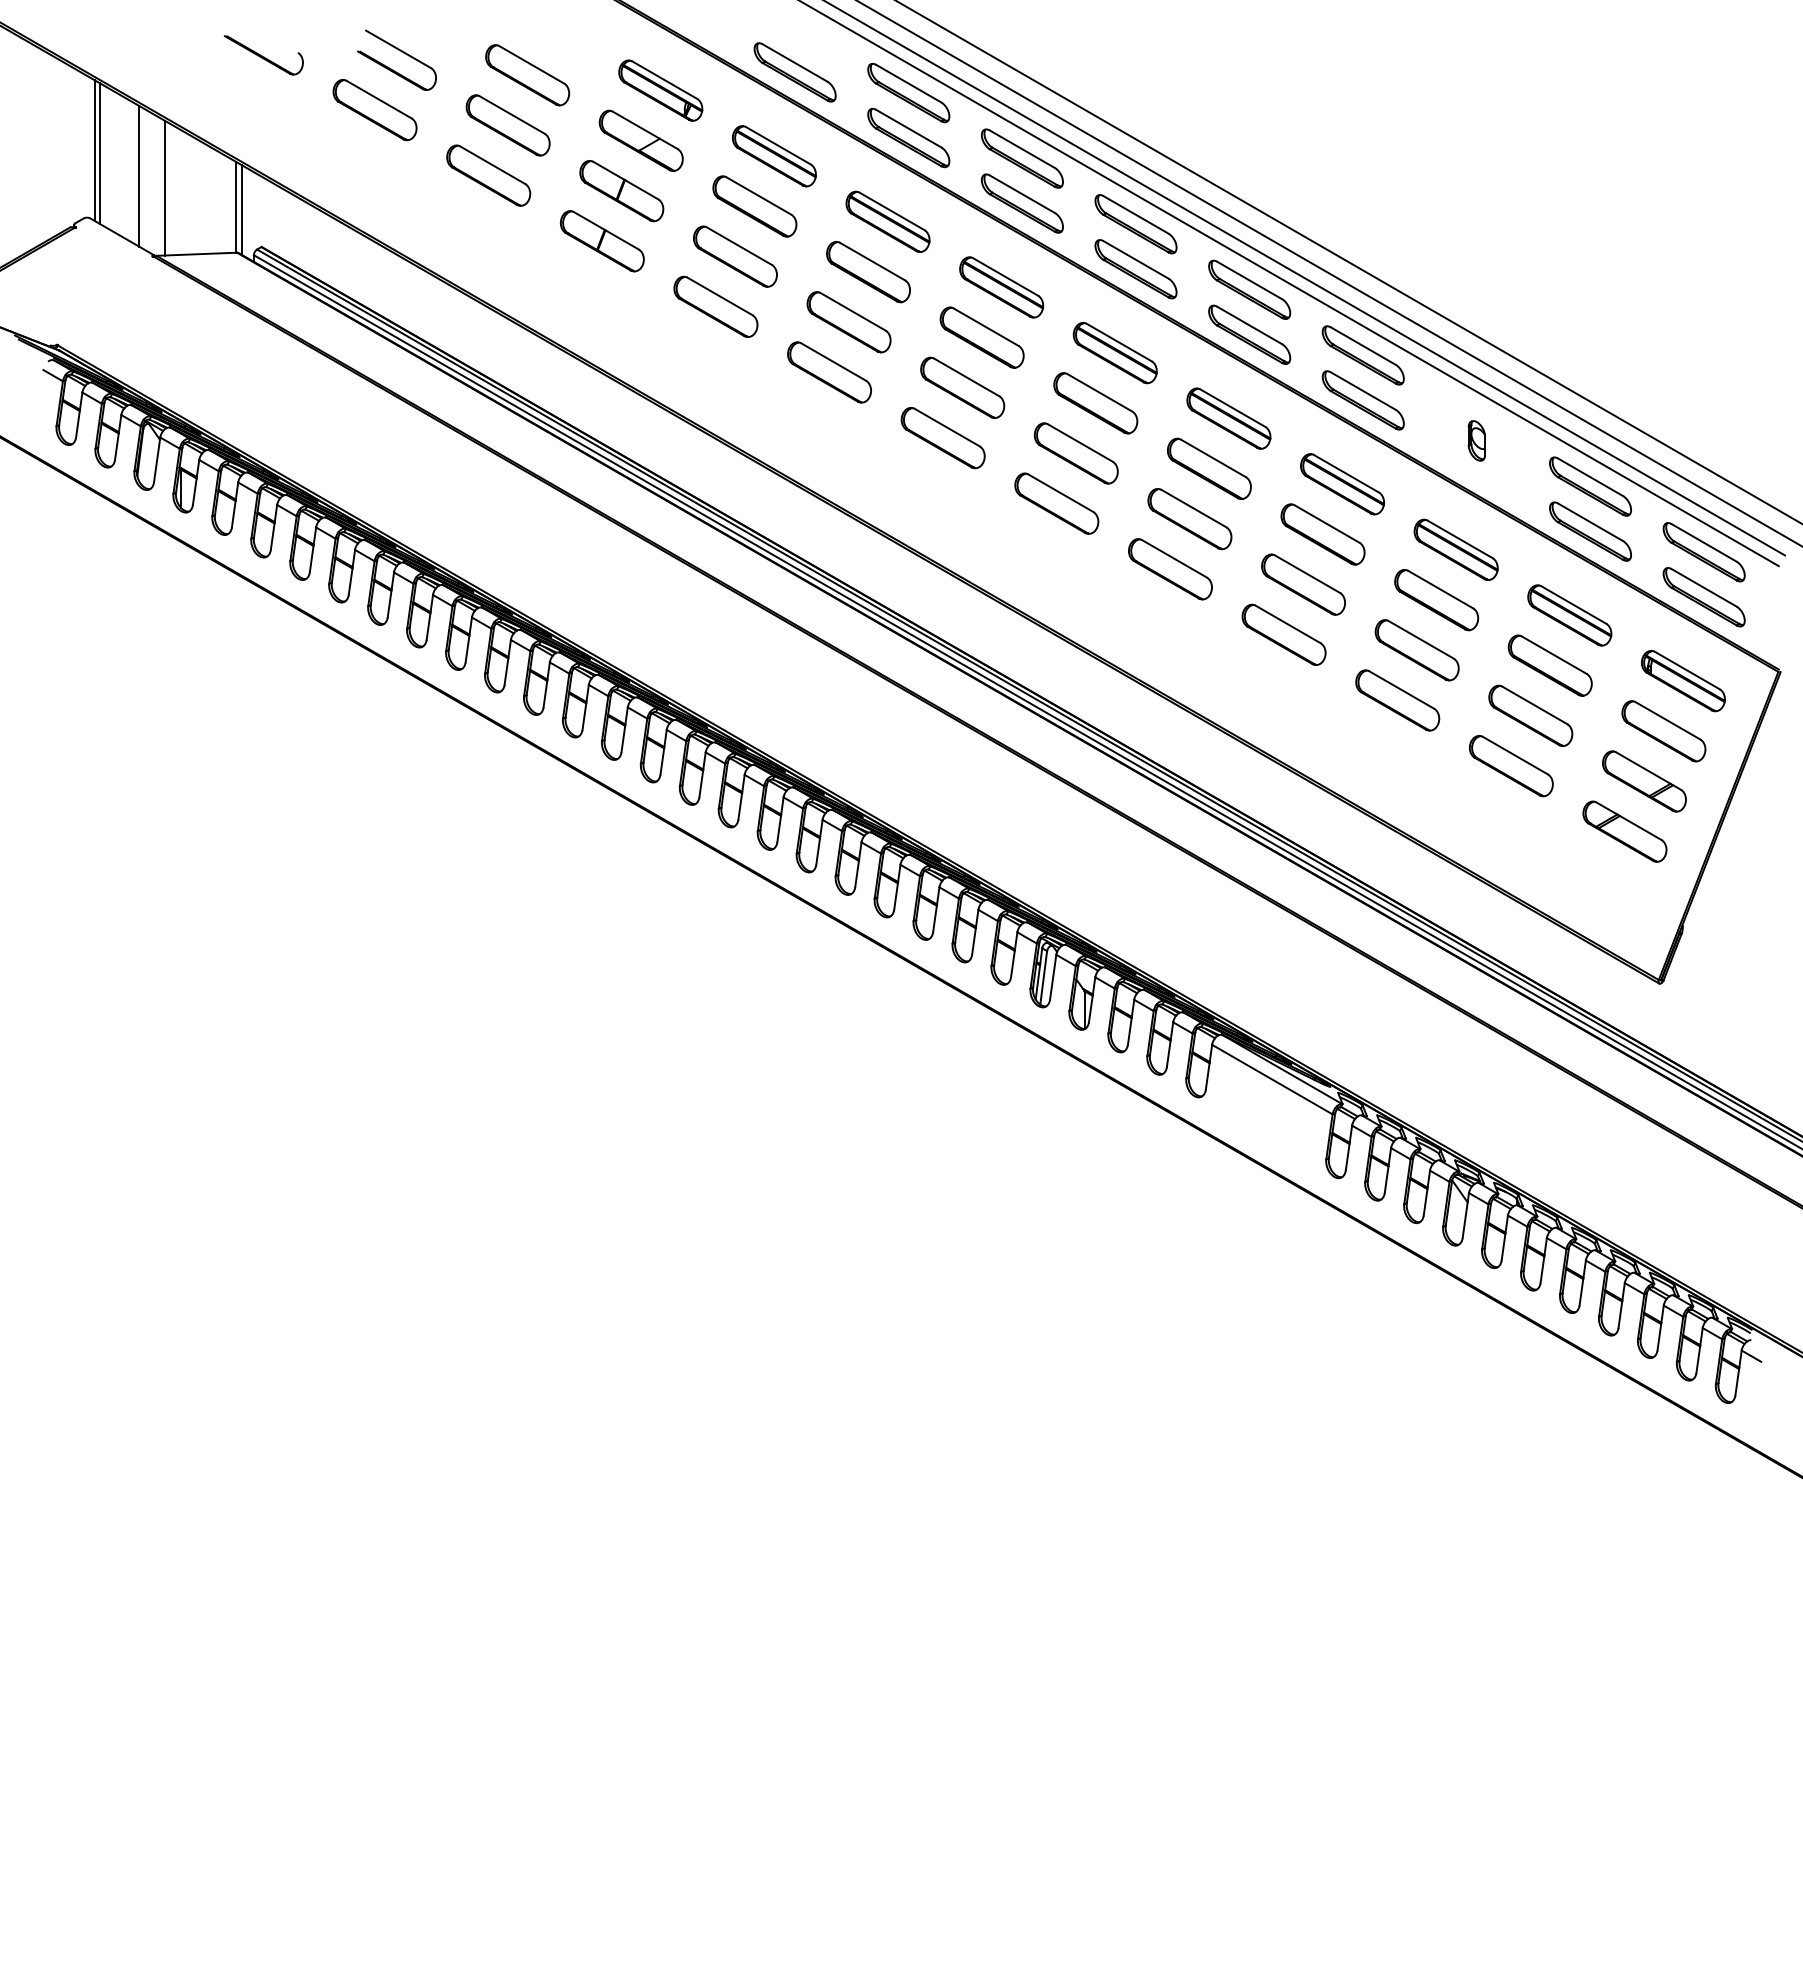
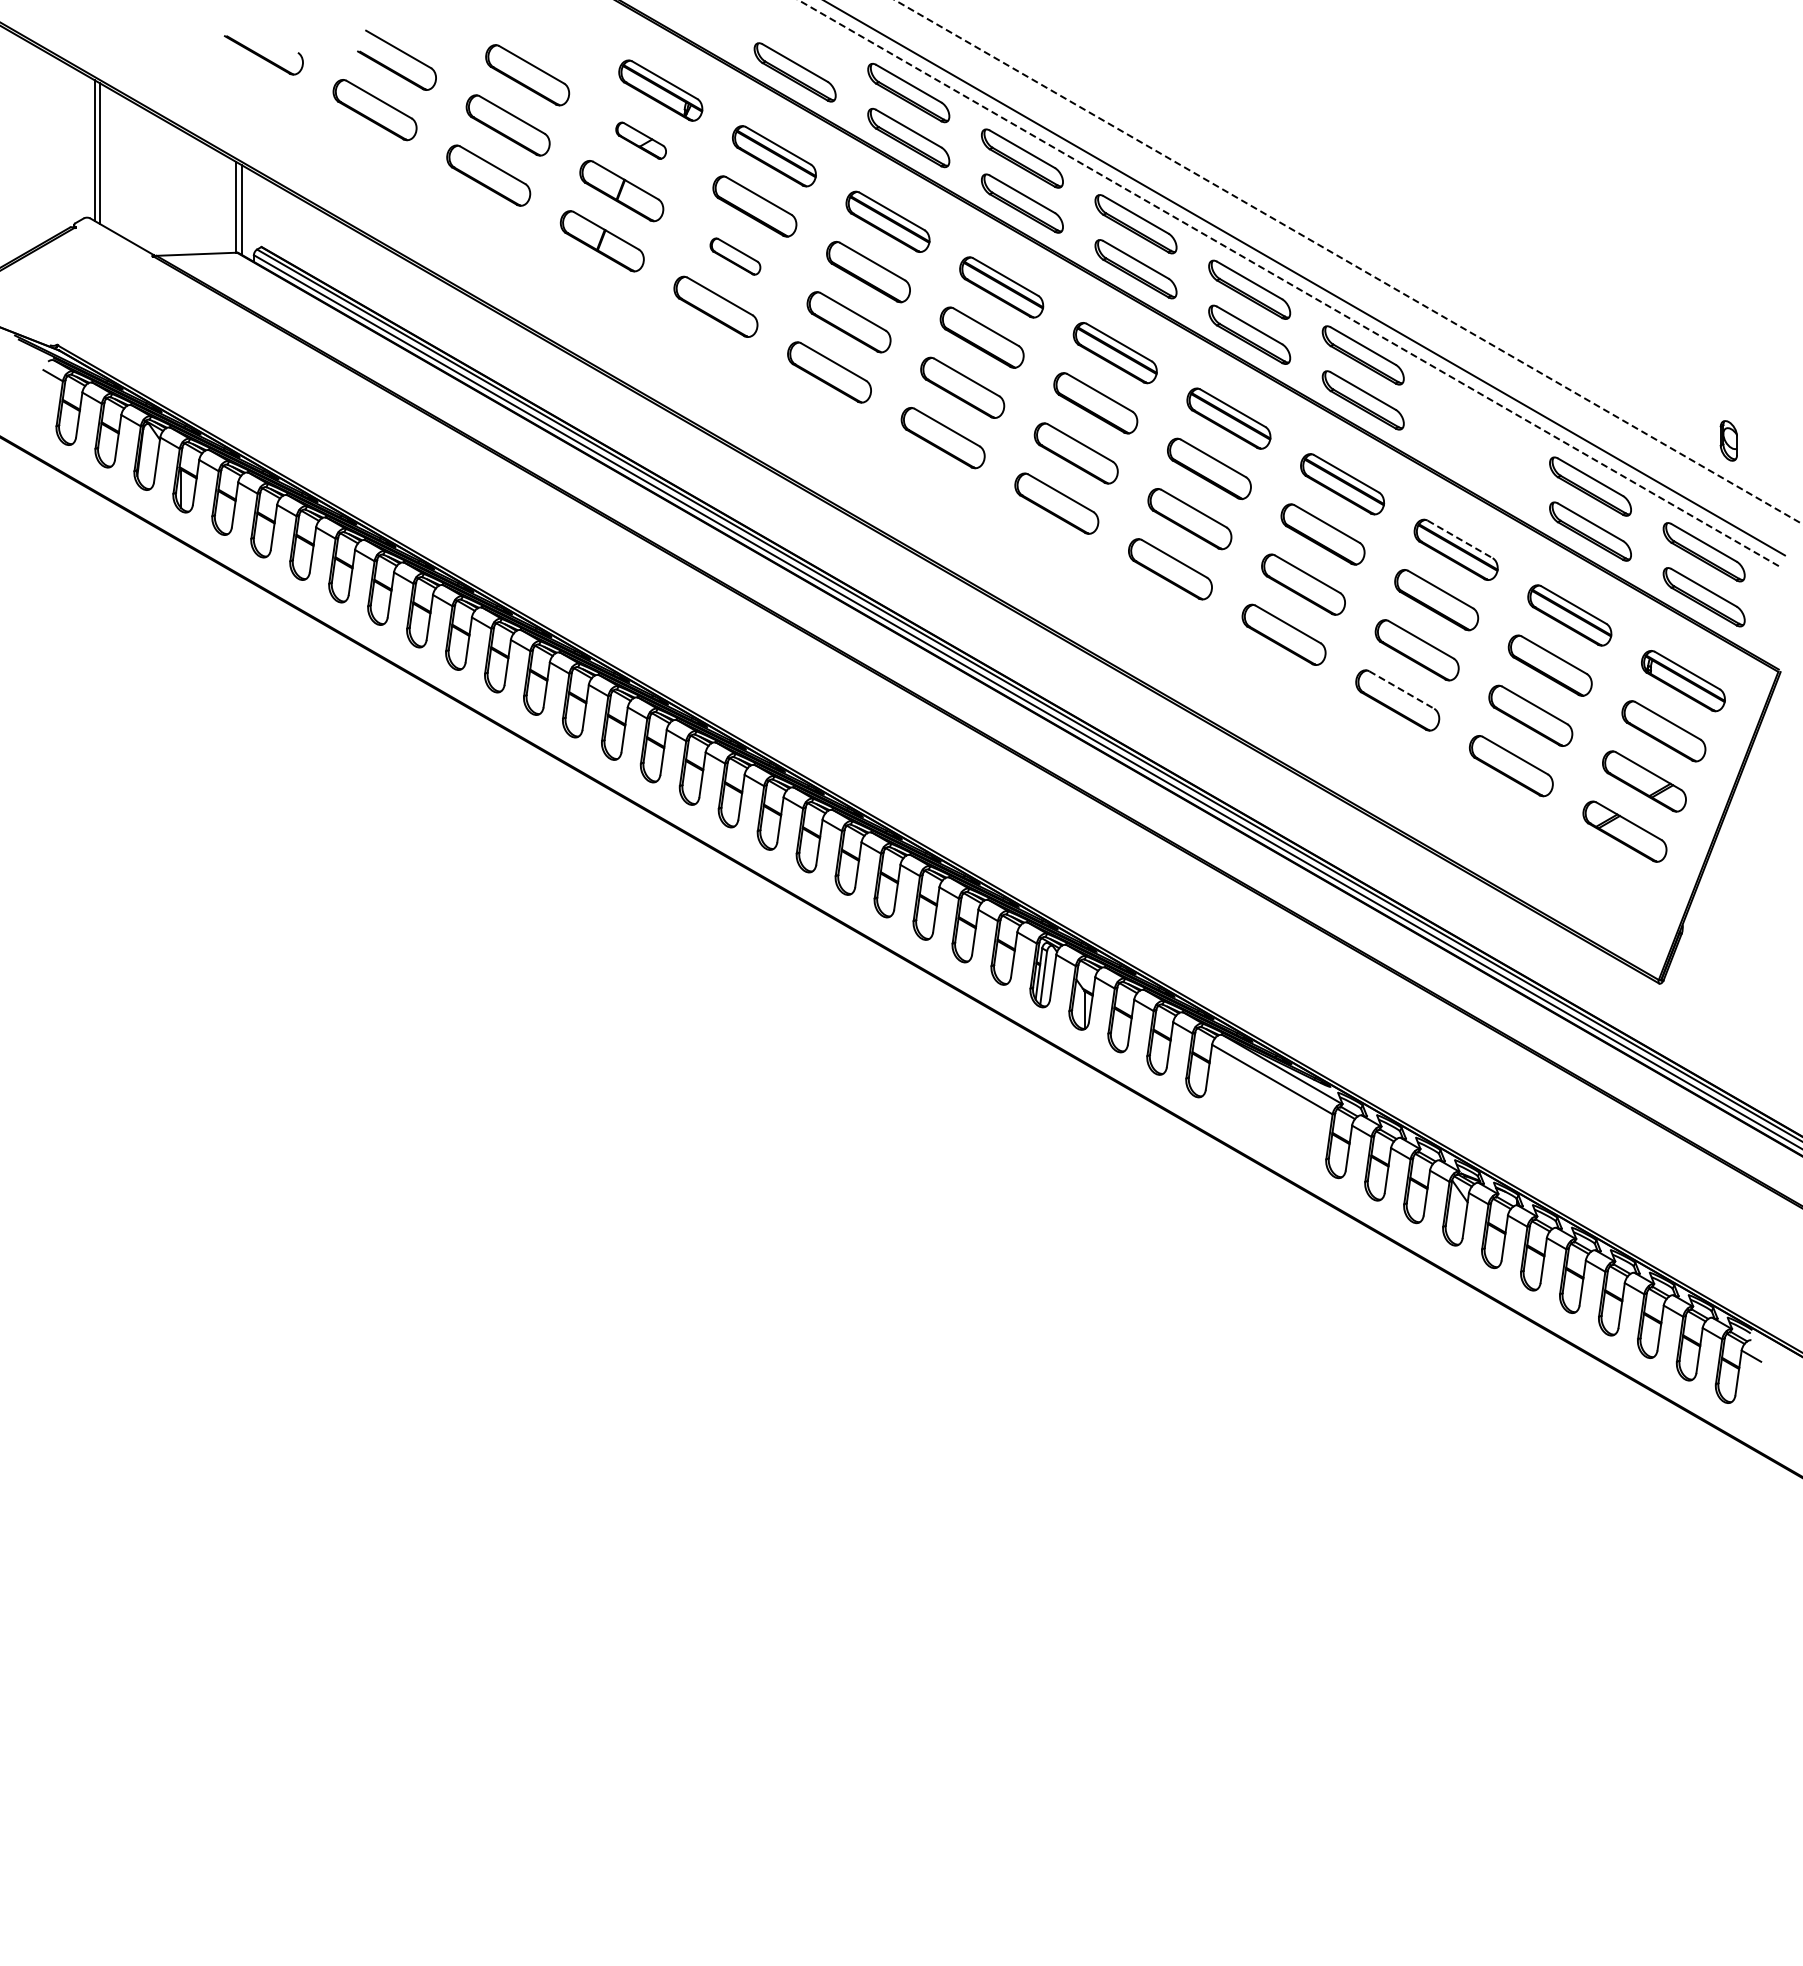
part at (640, 140) size: 86x63 px -> 52x39 px
line at (139, 175): present -> none
line at (165, 187): present -> none
part at (735, 256) size: 85x63 px -> 53x39 px
line at (1348, 262): solid -> dashed
line at (1329, 273): present -> none
line at (1288, 283): solid -> dashed
part at (1476, 440) position: (1476, 440) -> (1728, 440)
line at (1460, 539): solid -> dashed
line at (1402, 690): solid -> dashed
